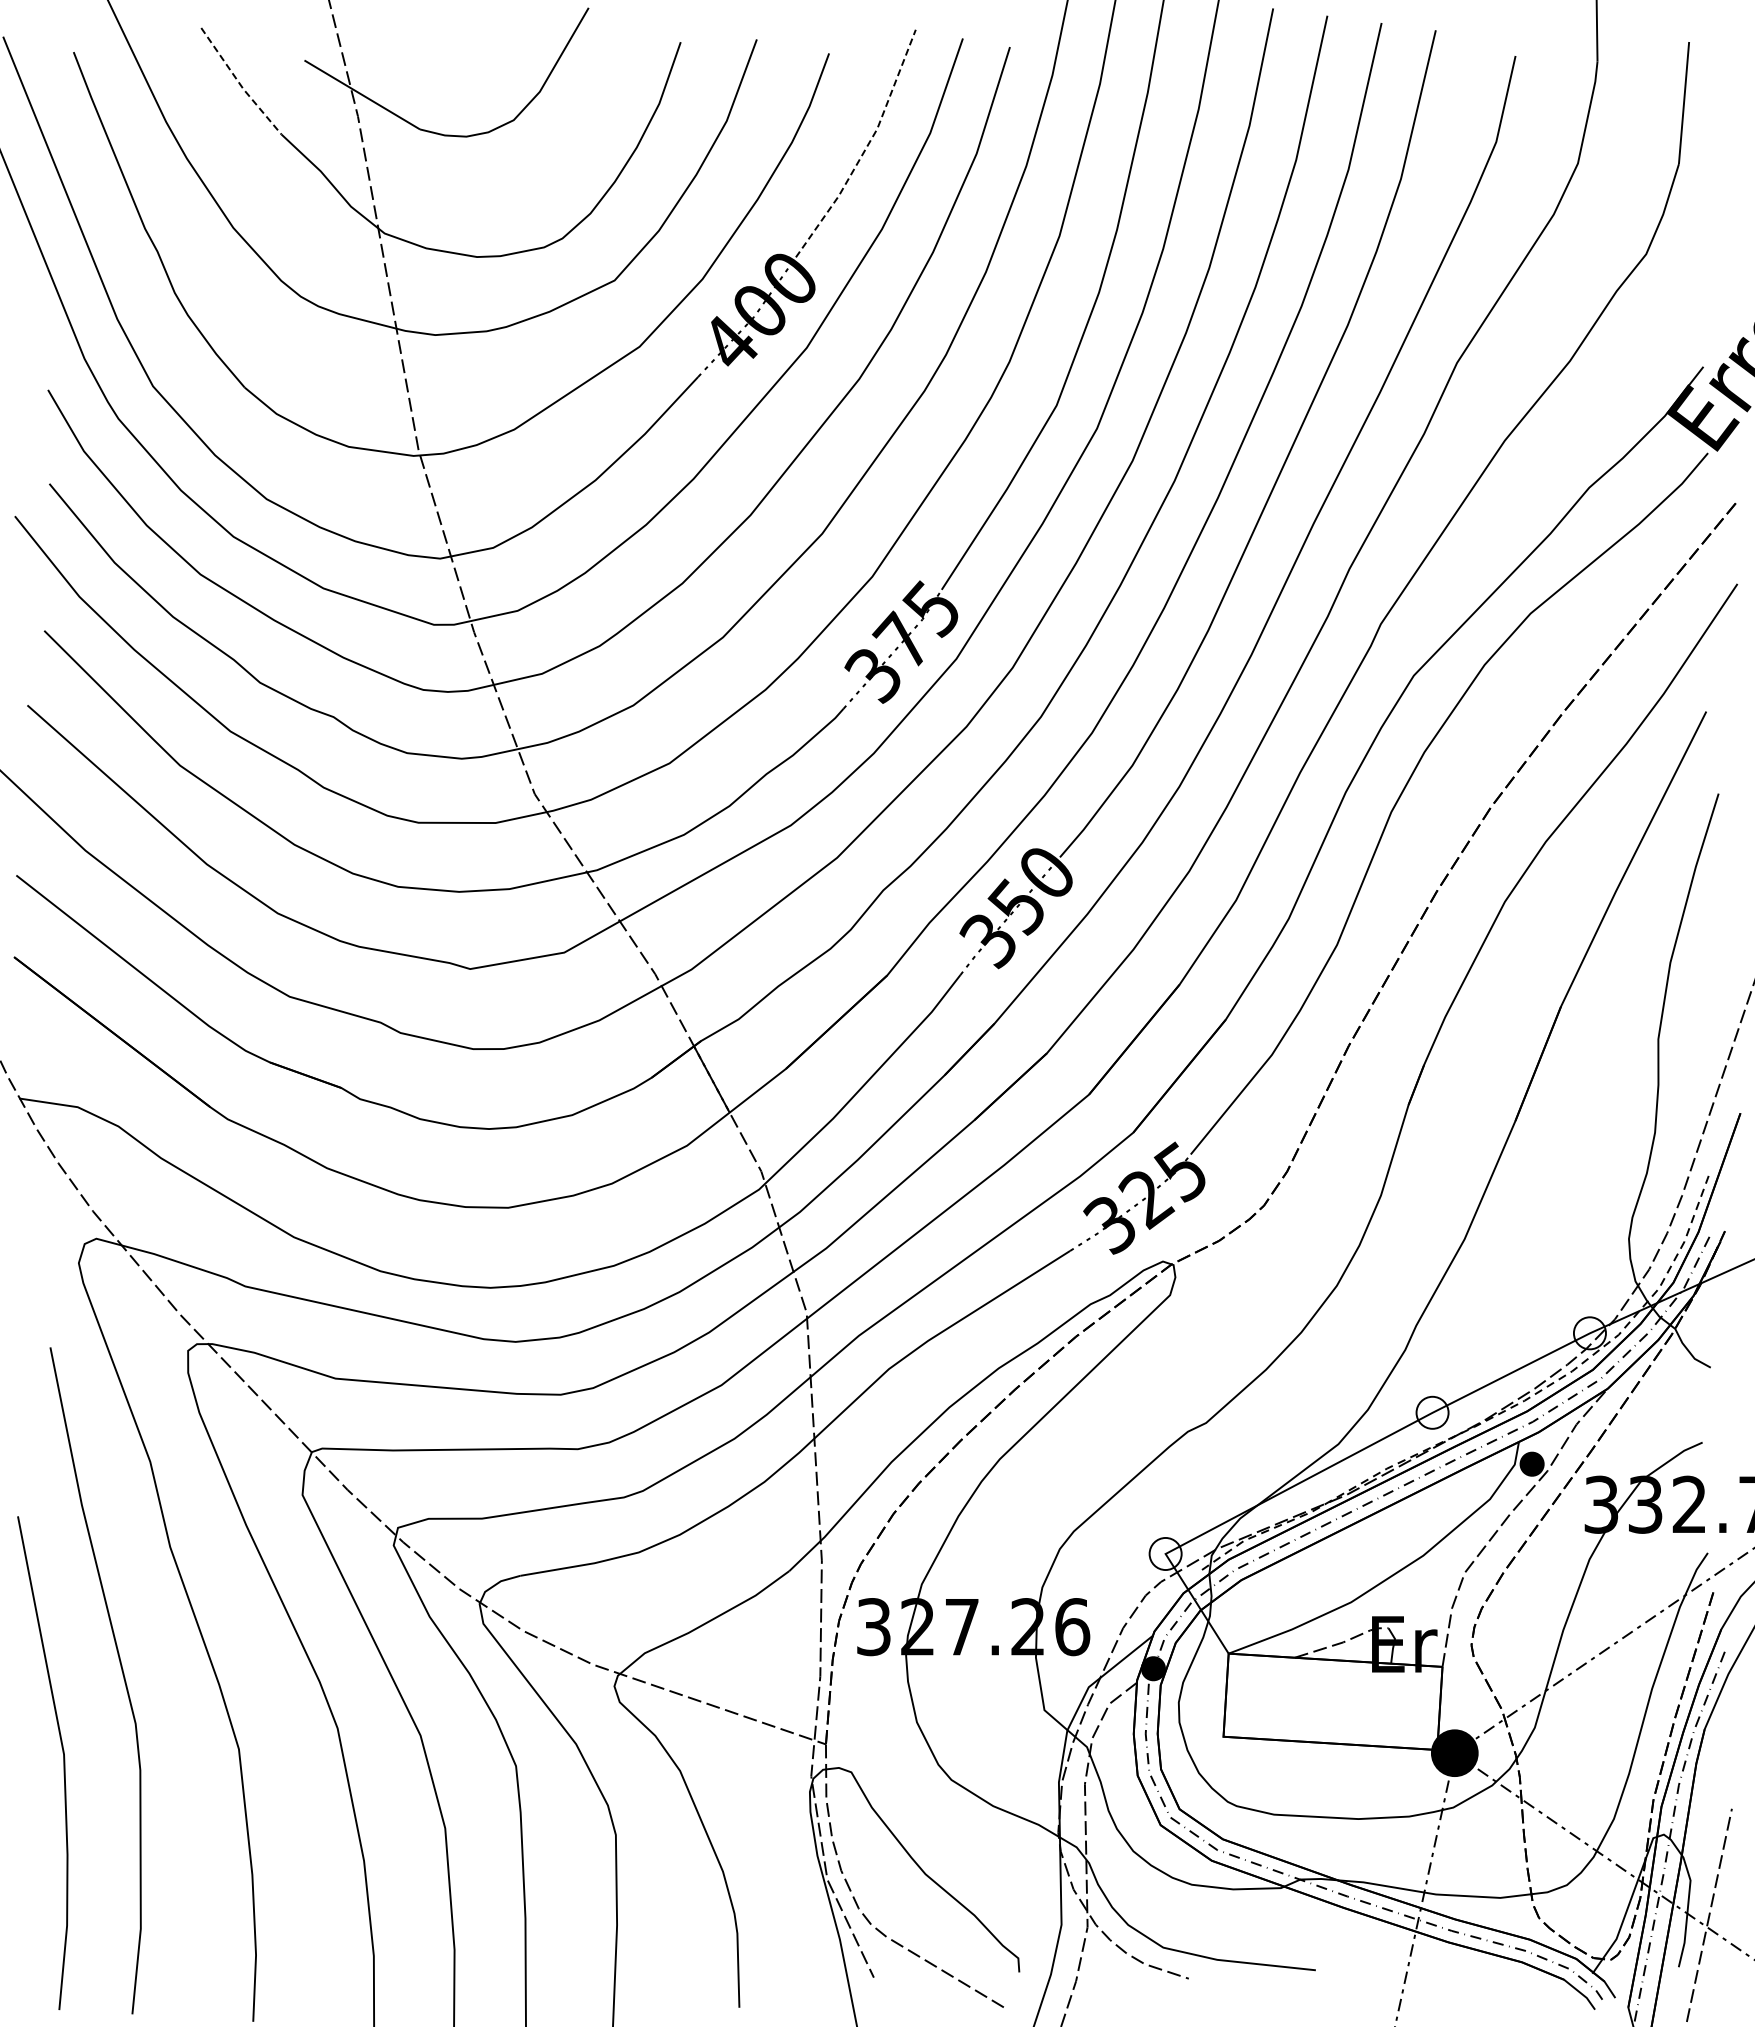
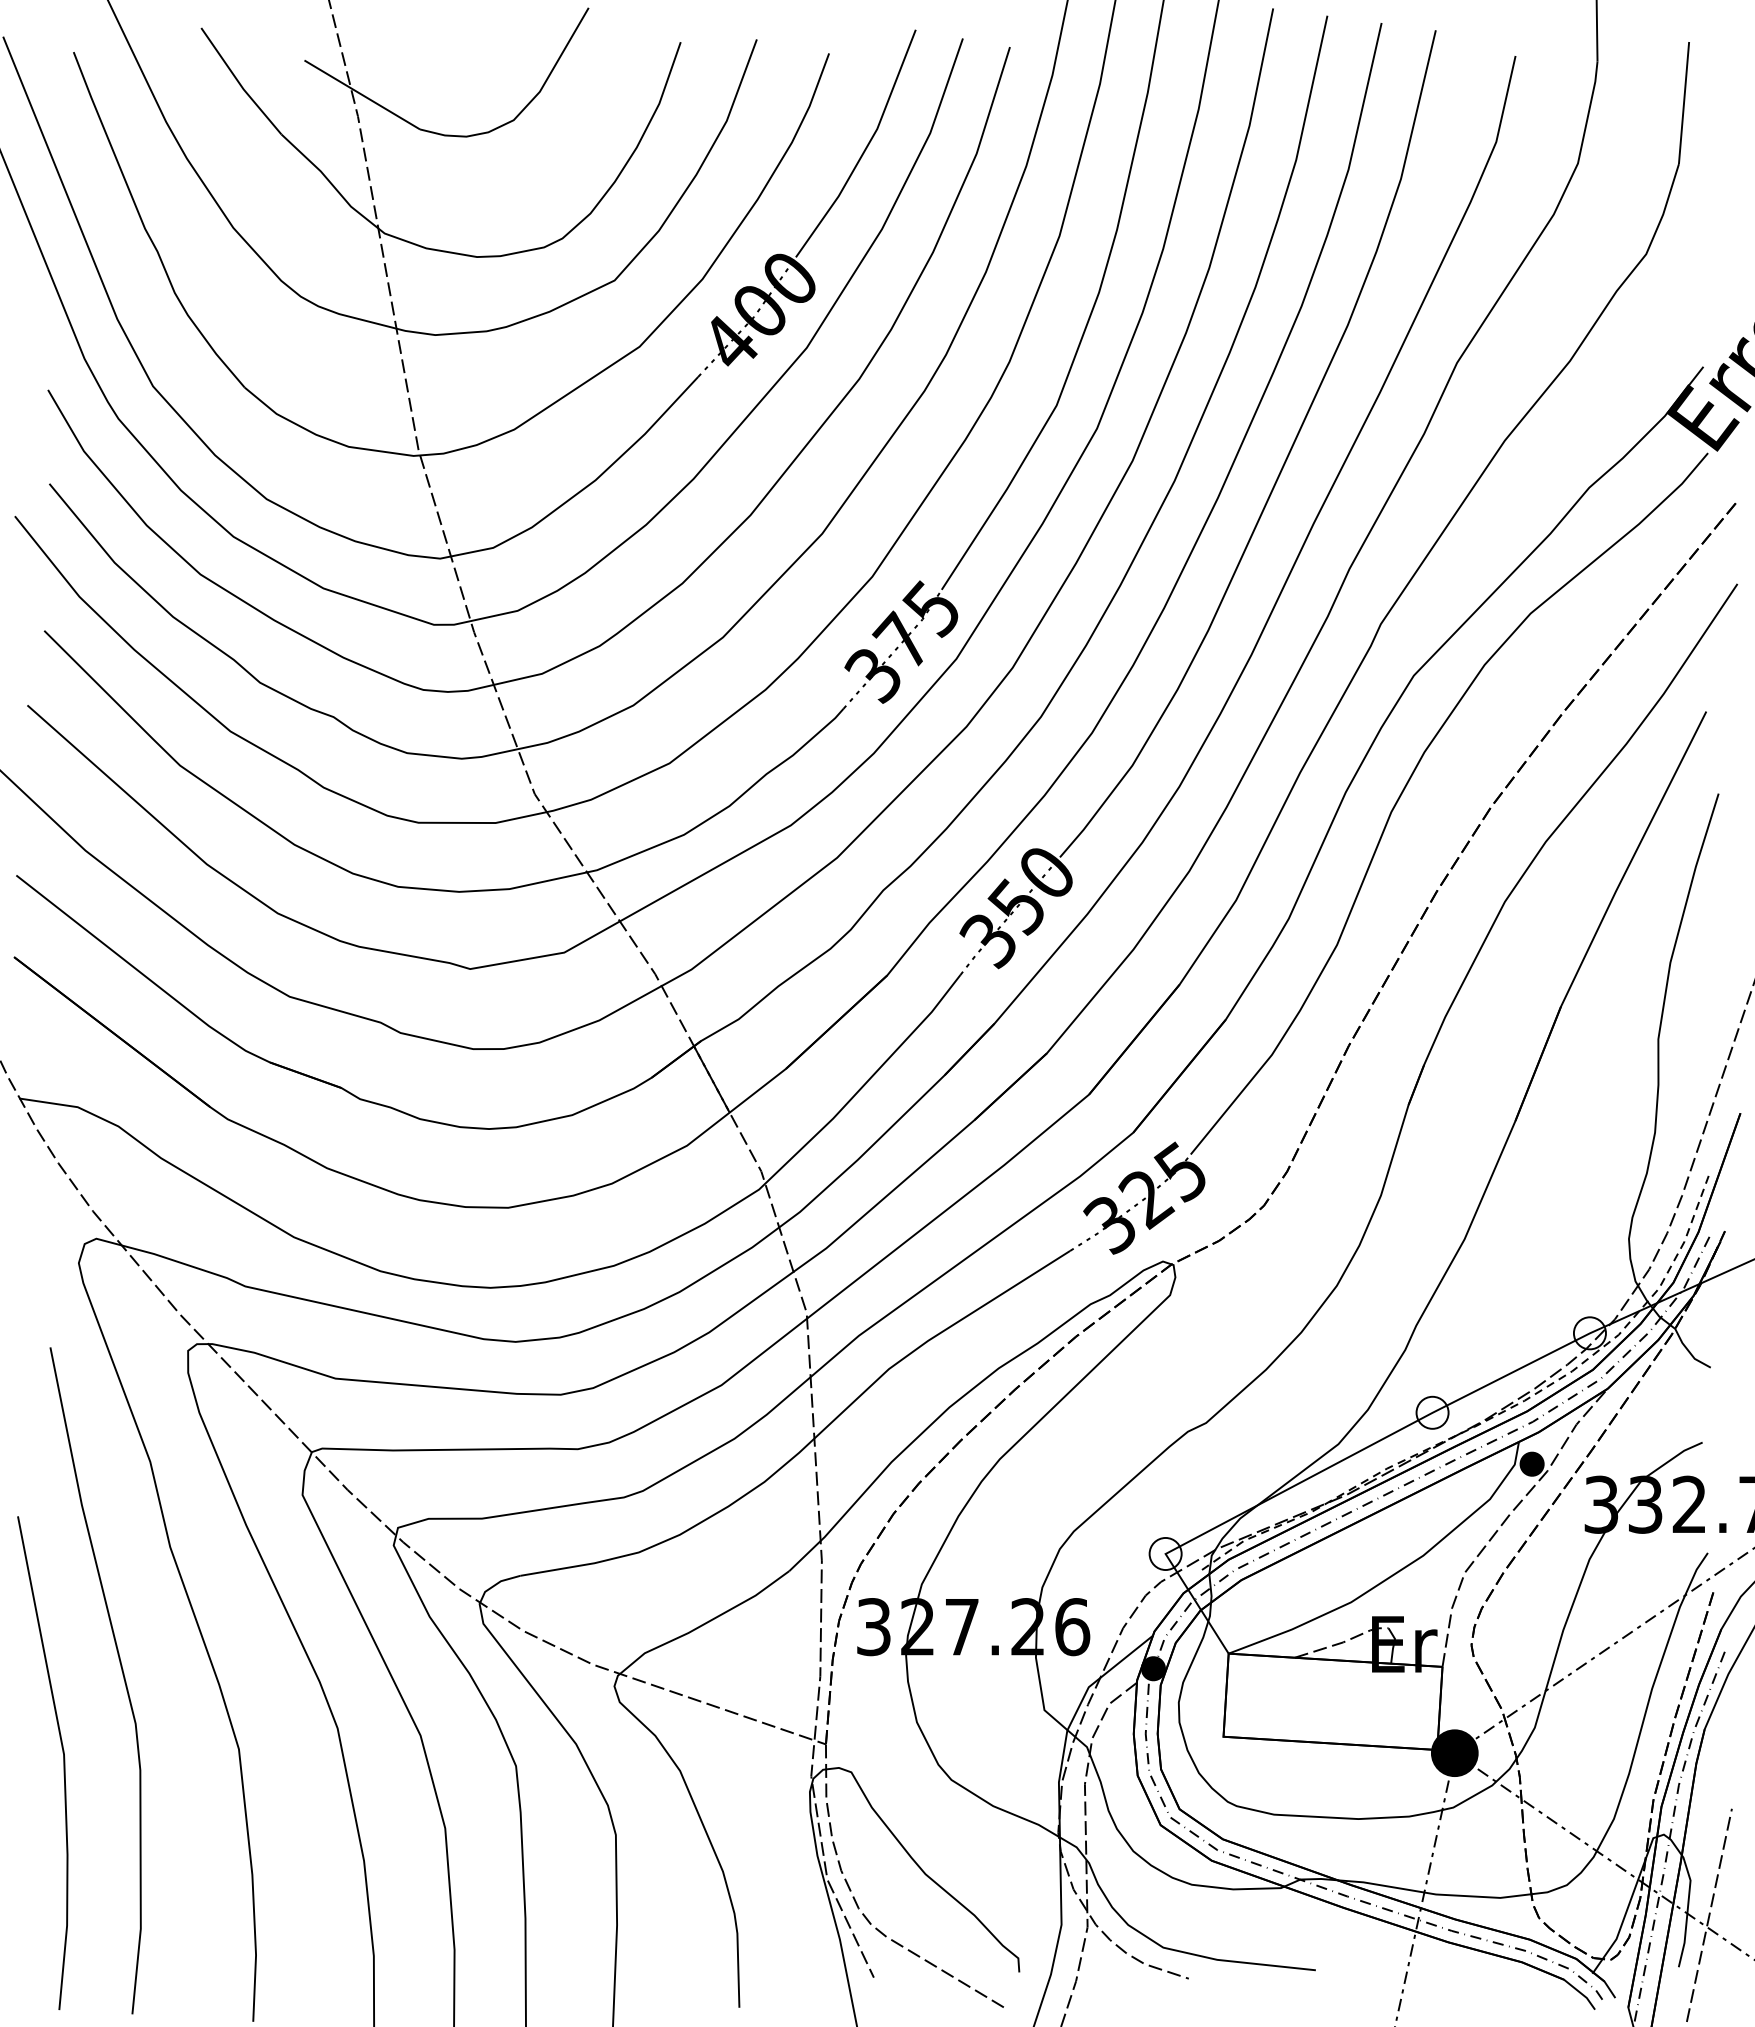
line at (239, 83): dashed -> solid
line at (865, 148): dashed -> solid
